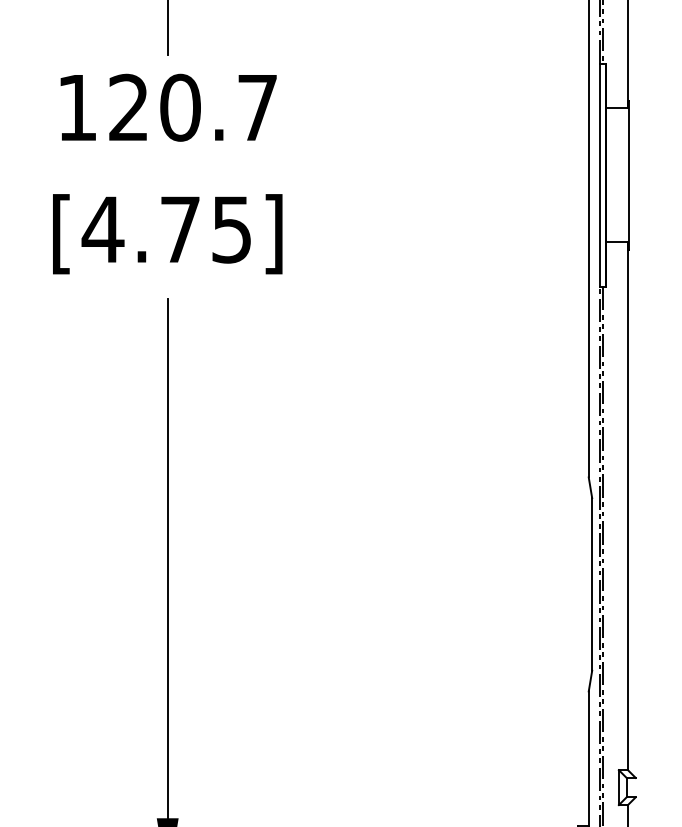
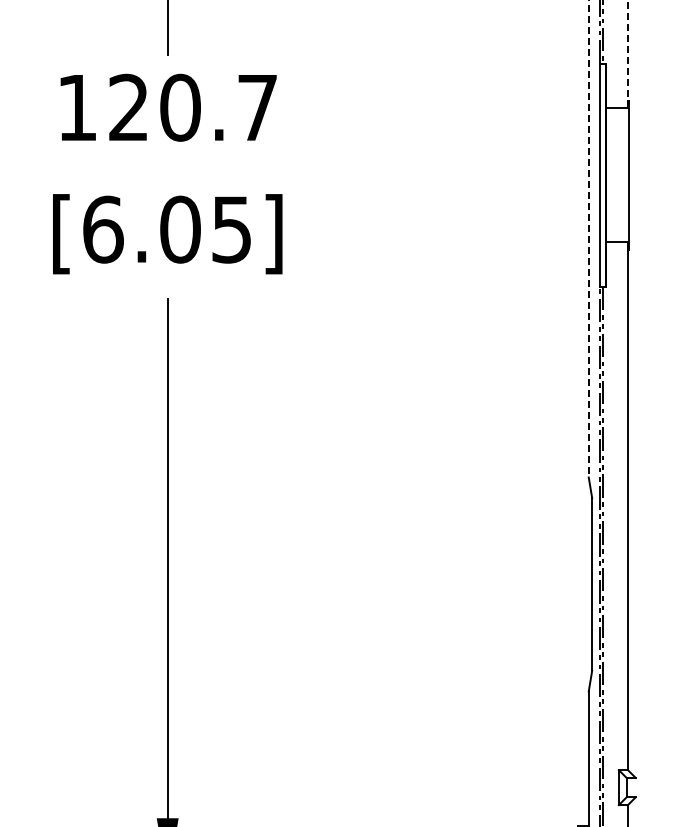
line at (627, 54): solid -> dashed
text at (140, 229): [4.75] -> [6.05]
line at (588, 239): solid -> dashed
